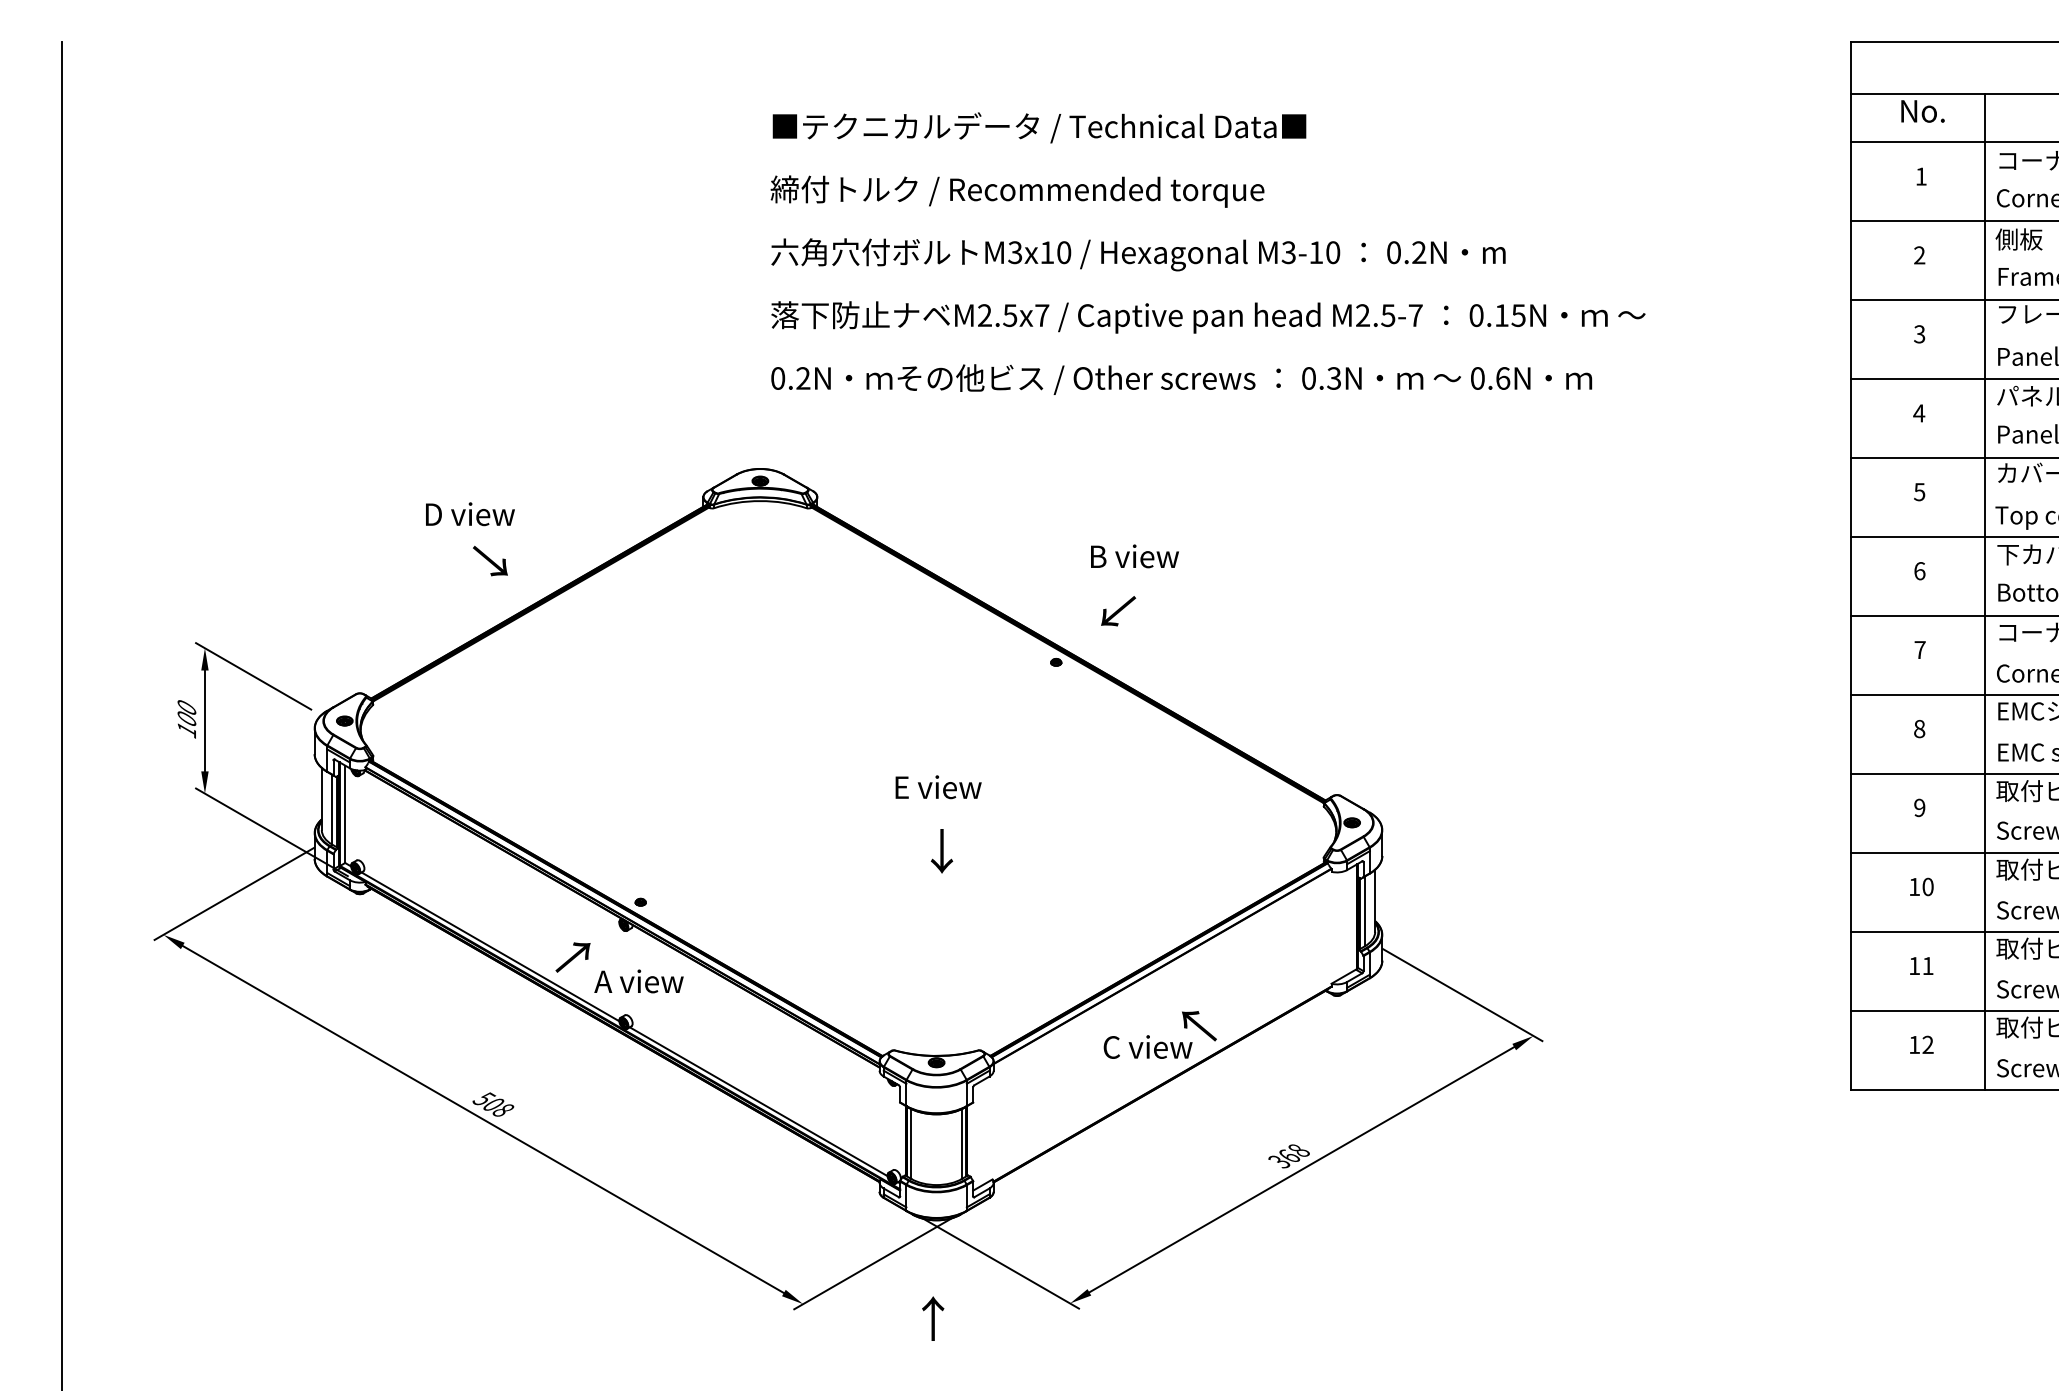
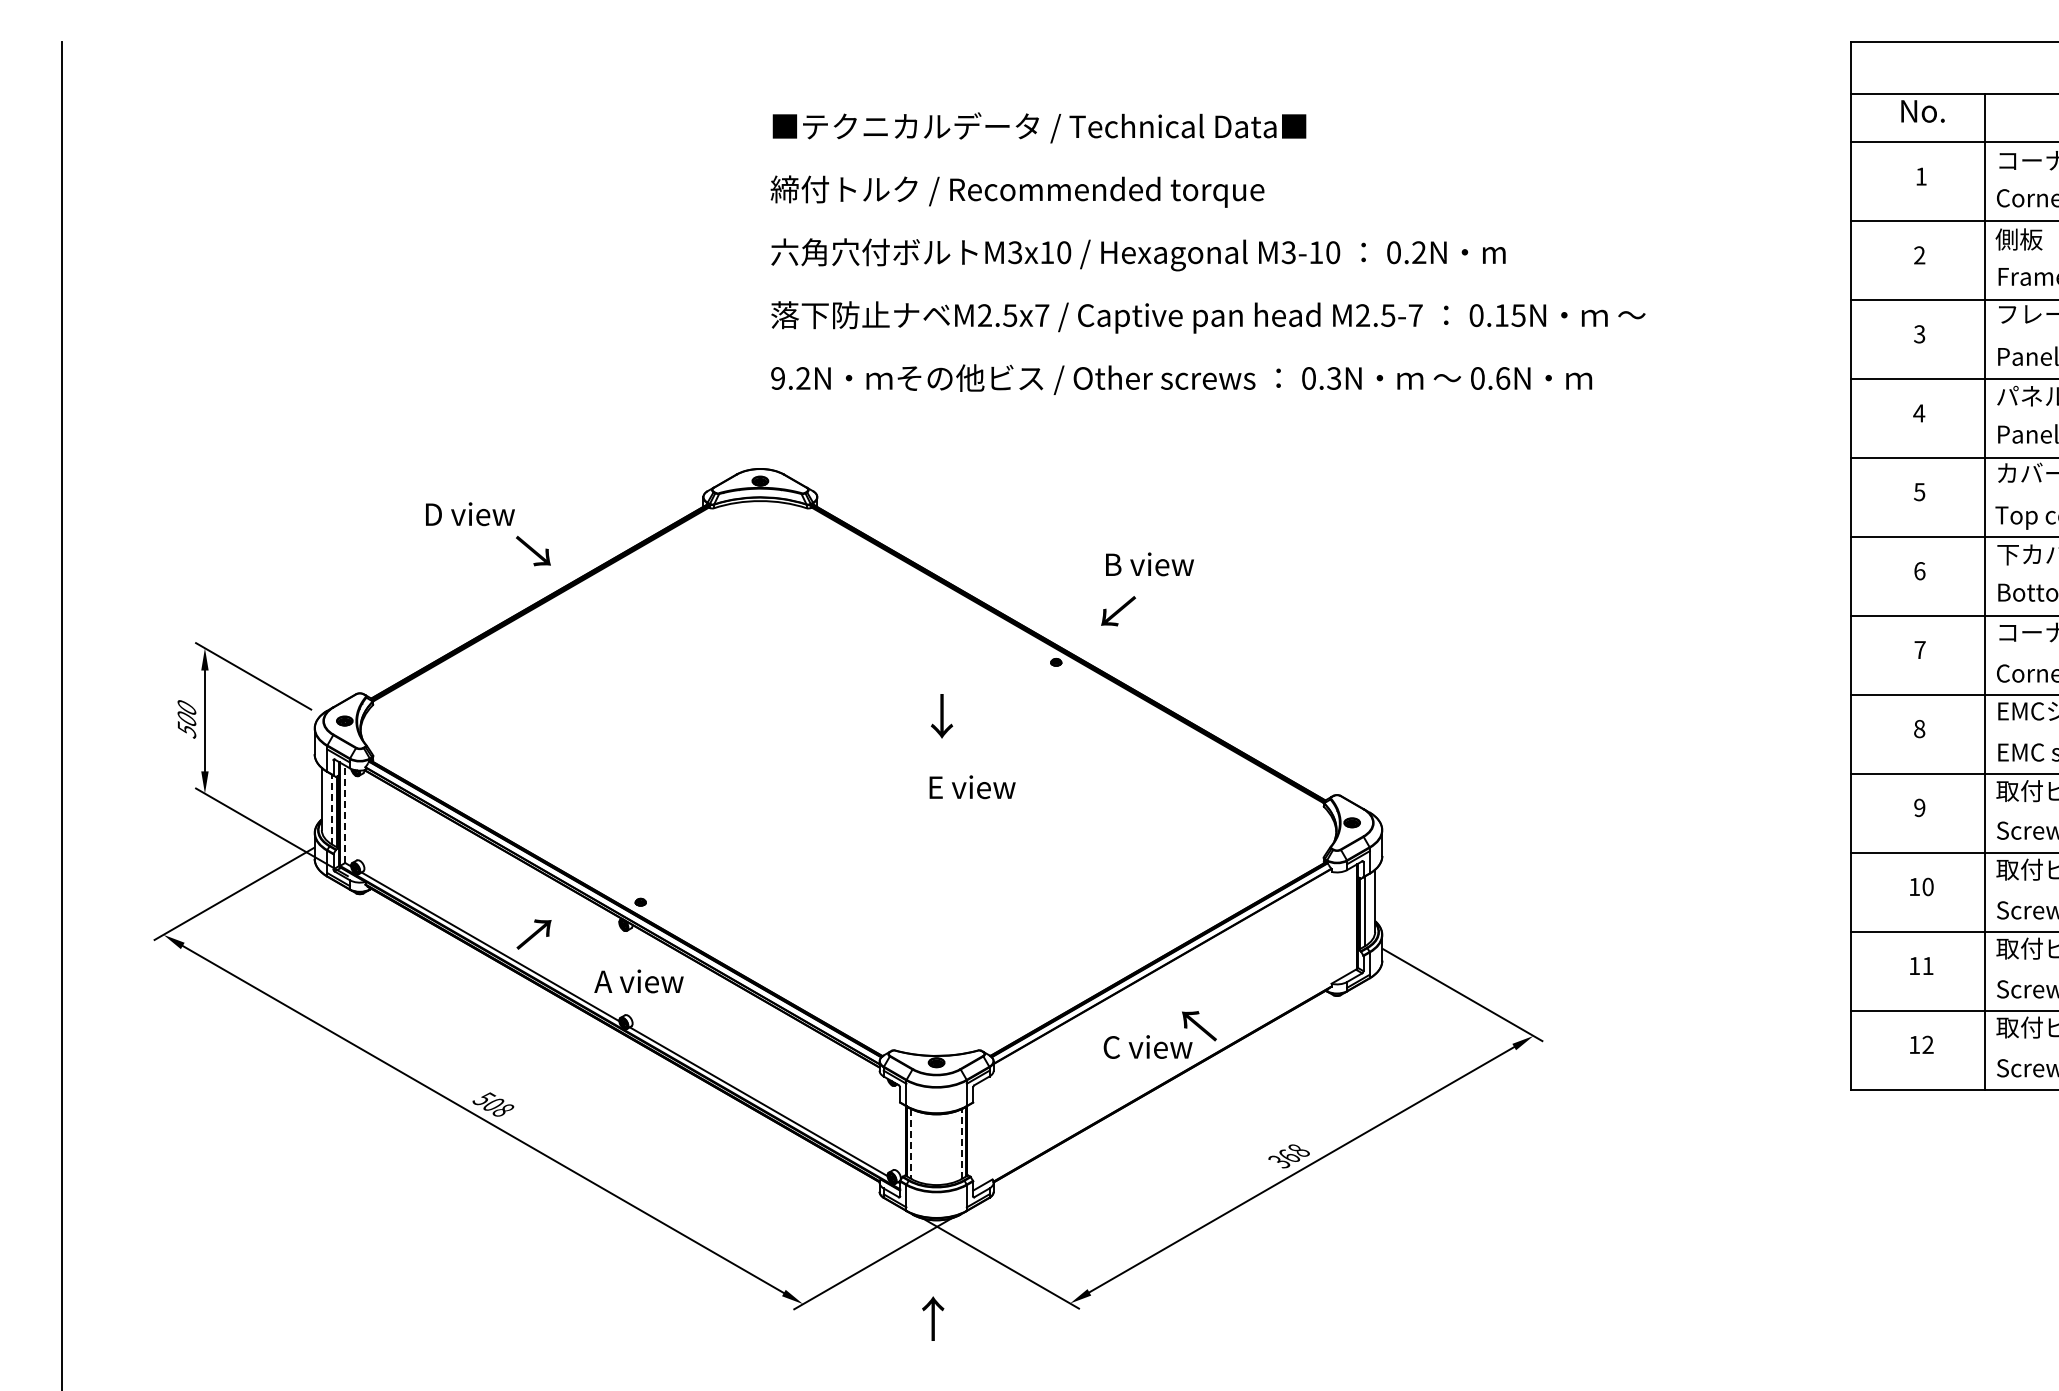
text at (778, 378): 0.2N -> 9.2N
text at (1134, 556) position: (1134, 556) -> (1149, 564)
text at (490, 560) position: (490, 560) -> (533, 550)
text at (186, 729): 100 -> 500
text at (938, 787) position: (938, 787) -> (972, 787)
line at (332, 809): solid -> dashed
line at (345, 814): solid -> dashed
text at (942, 851) position: (942, 851) -> (942, 716)
text at (572, 957) position: (572, 957) -> (533, 934)
line at (911, 1144): solid -> dashed
line at (961, 1144): solid -> dashed
